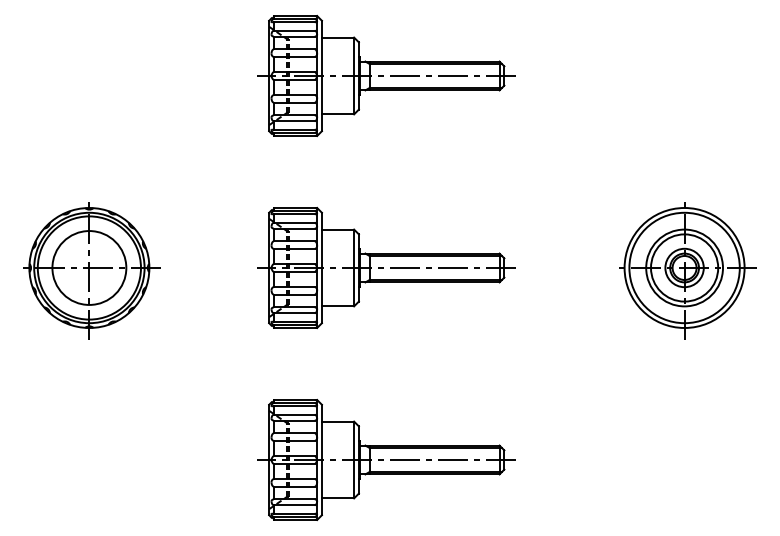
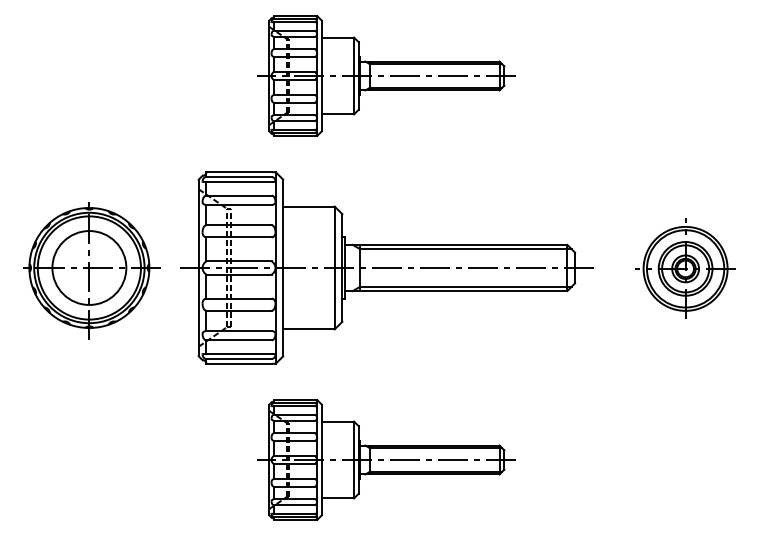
part at (386, 267) size: 259x122 px -> 414x196 px
part at (687, 270) size: 138x138 px -> 101x101 px
